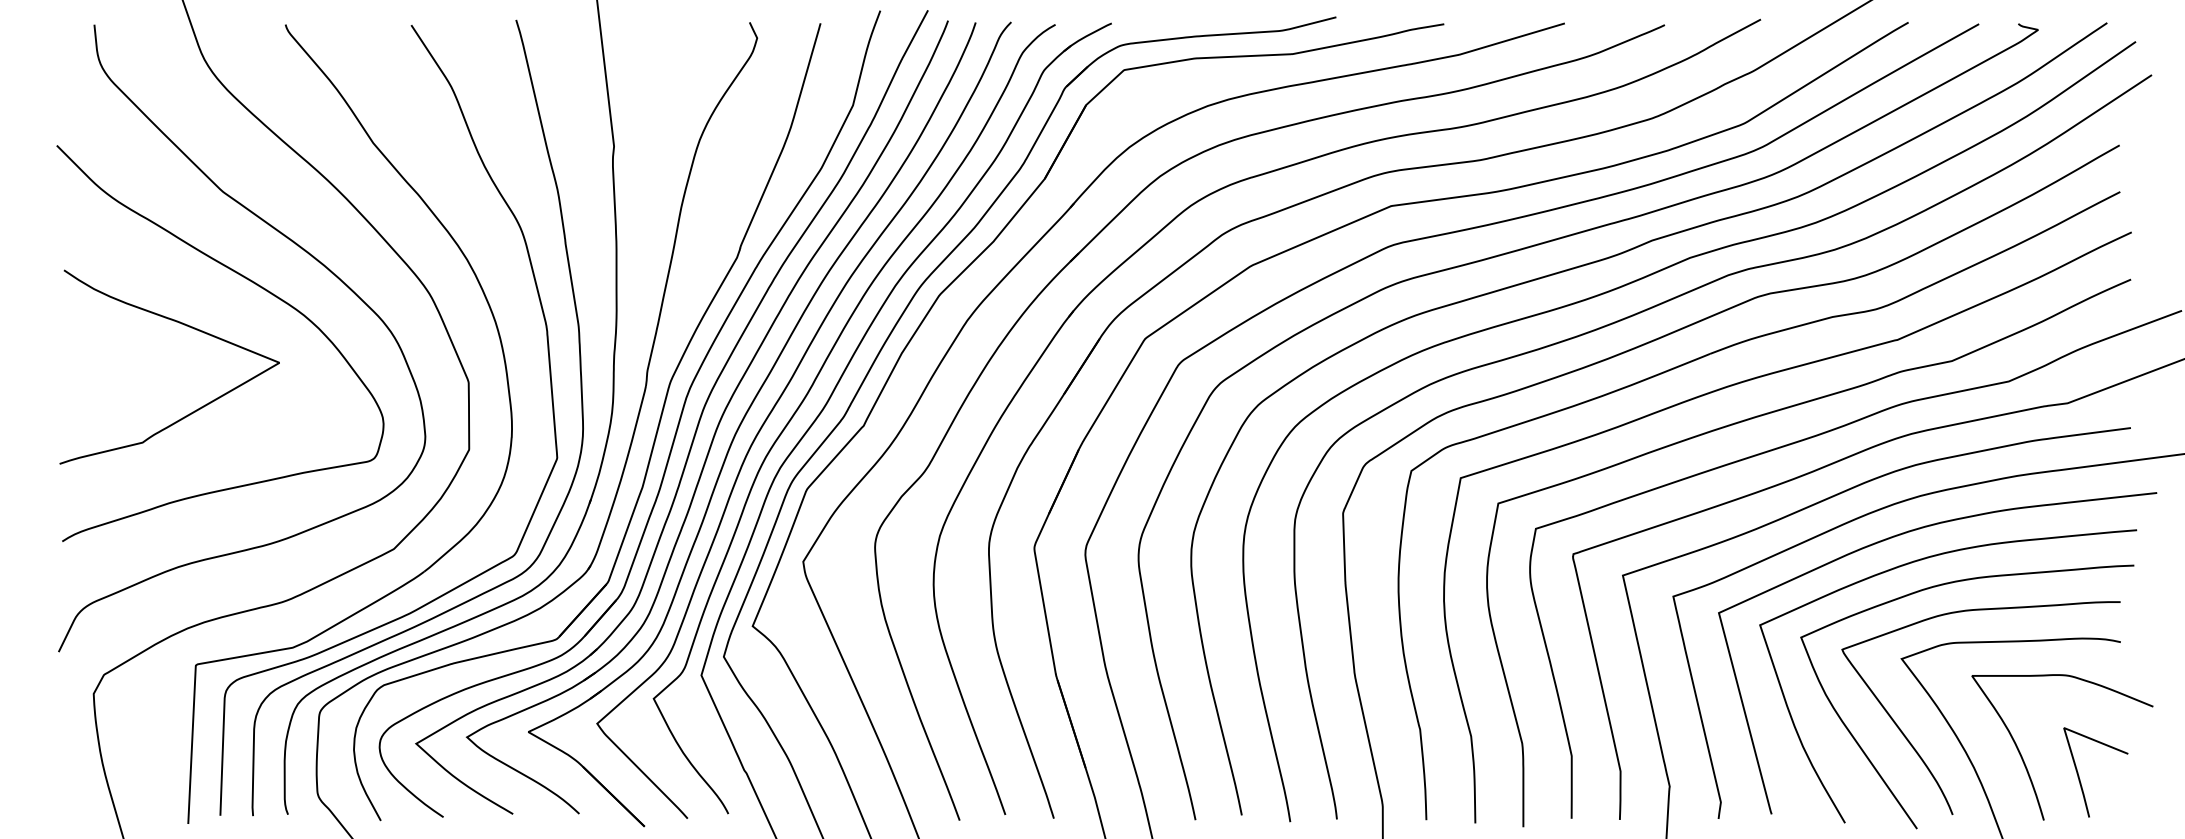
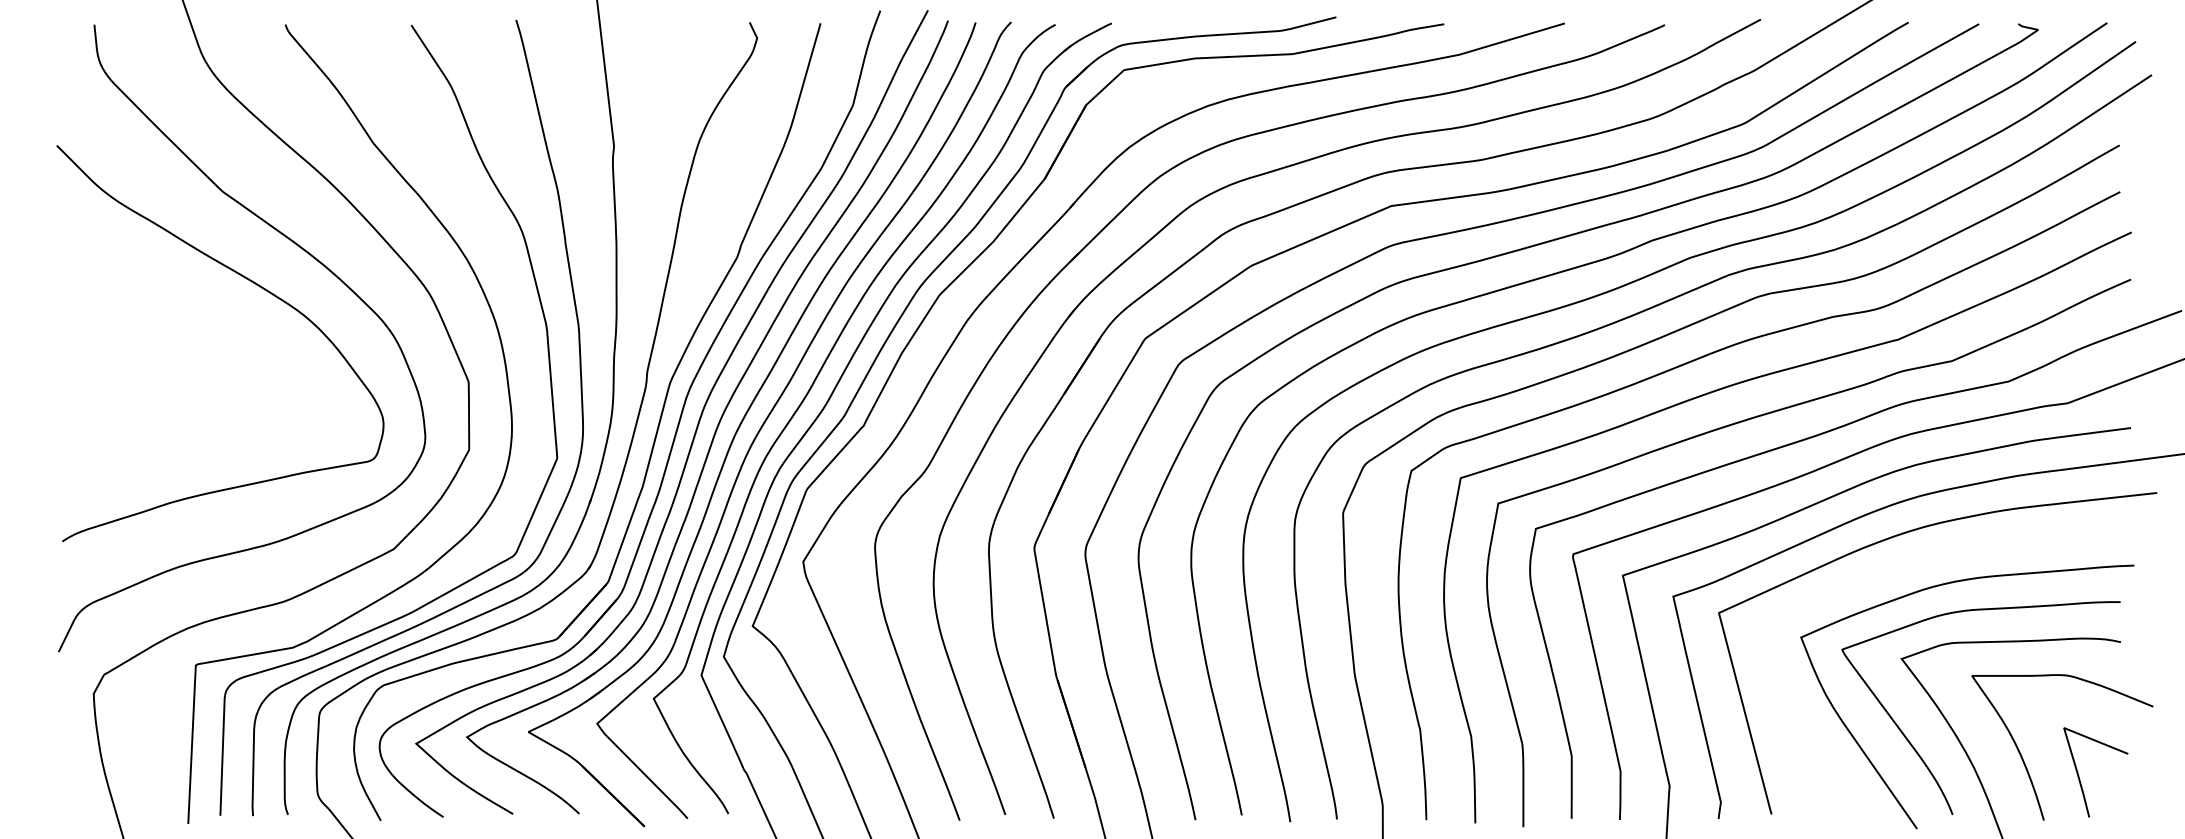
curve at (186, 326): present -> none
curve at (1912, 563): present -> none
